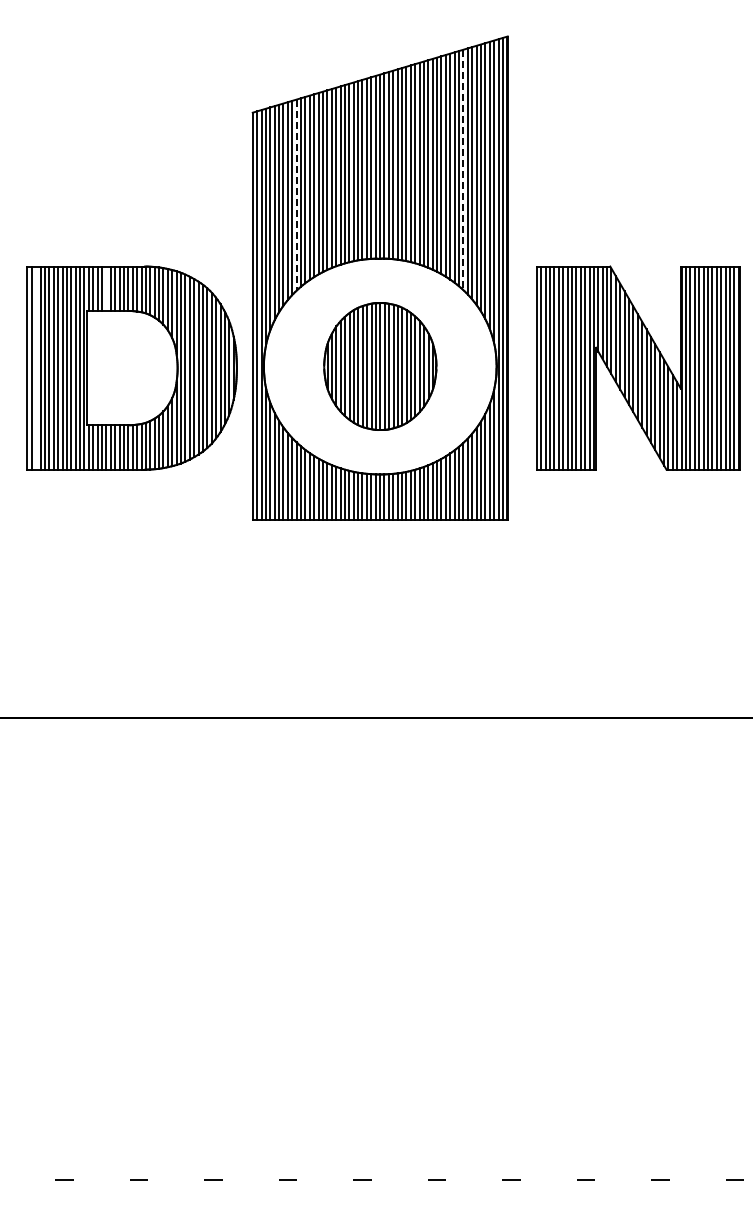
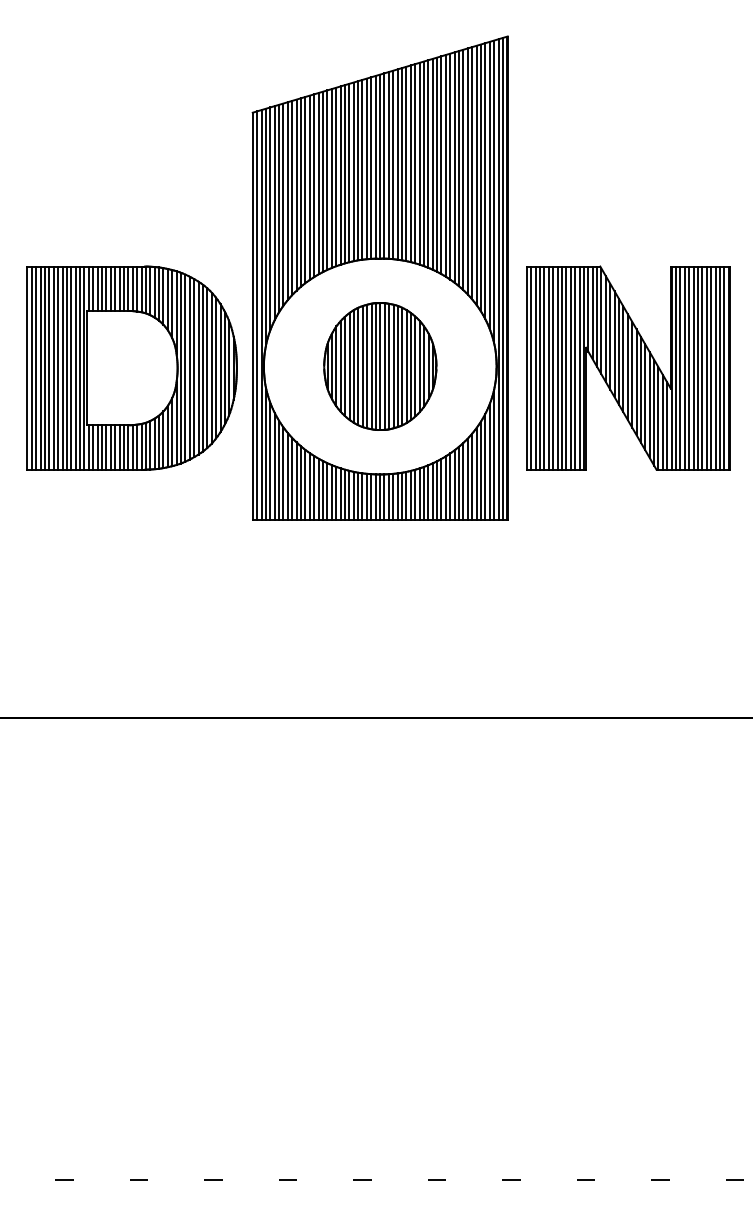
line at (463, 170): dashed -> solid
line at (296, 195): dashed -> solid
line at (106, 288): none -> present
line at (36, 367): none -> present
part at (638, 367) position: (638, 367) -> (628, 367)
